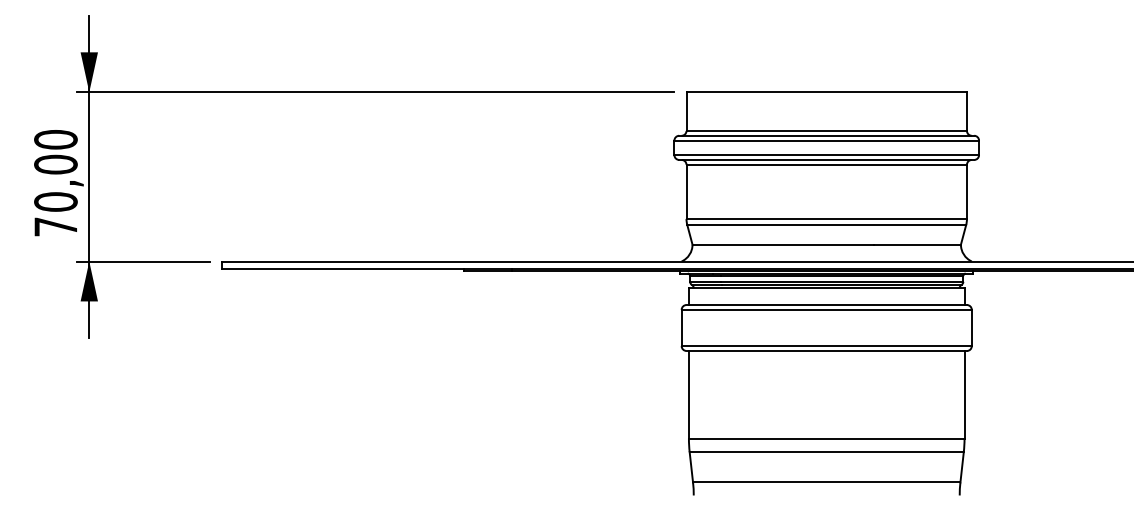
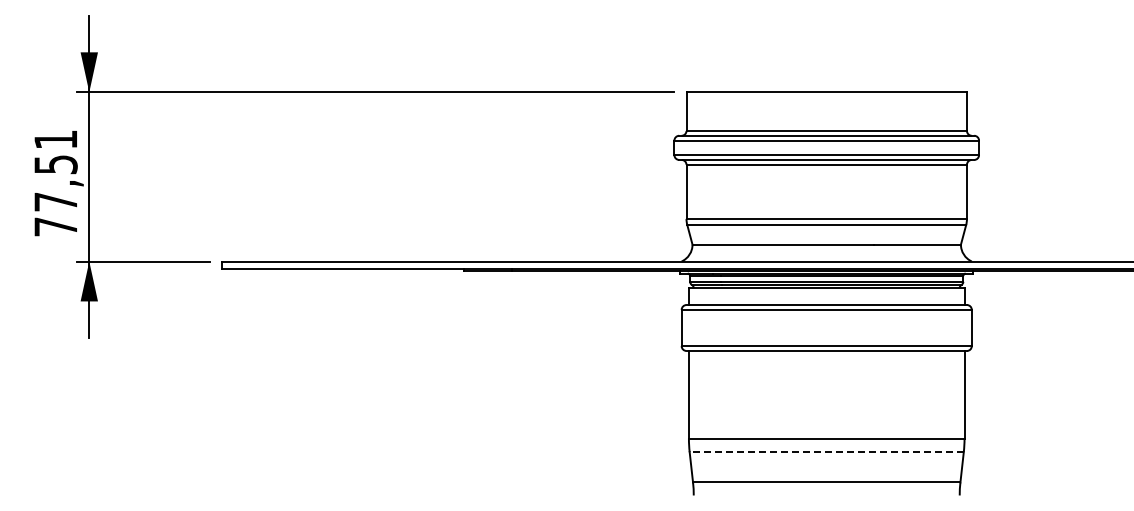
text at (55, 170): 70,00 -> 77,51
line at (826, 452): solid -> dashed
